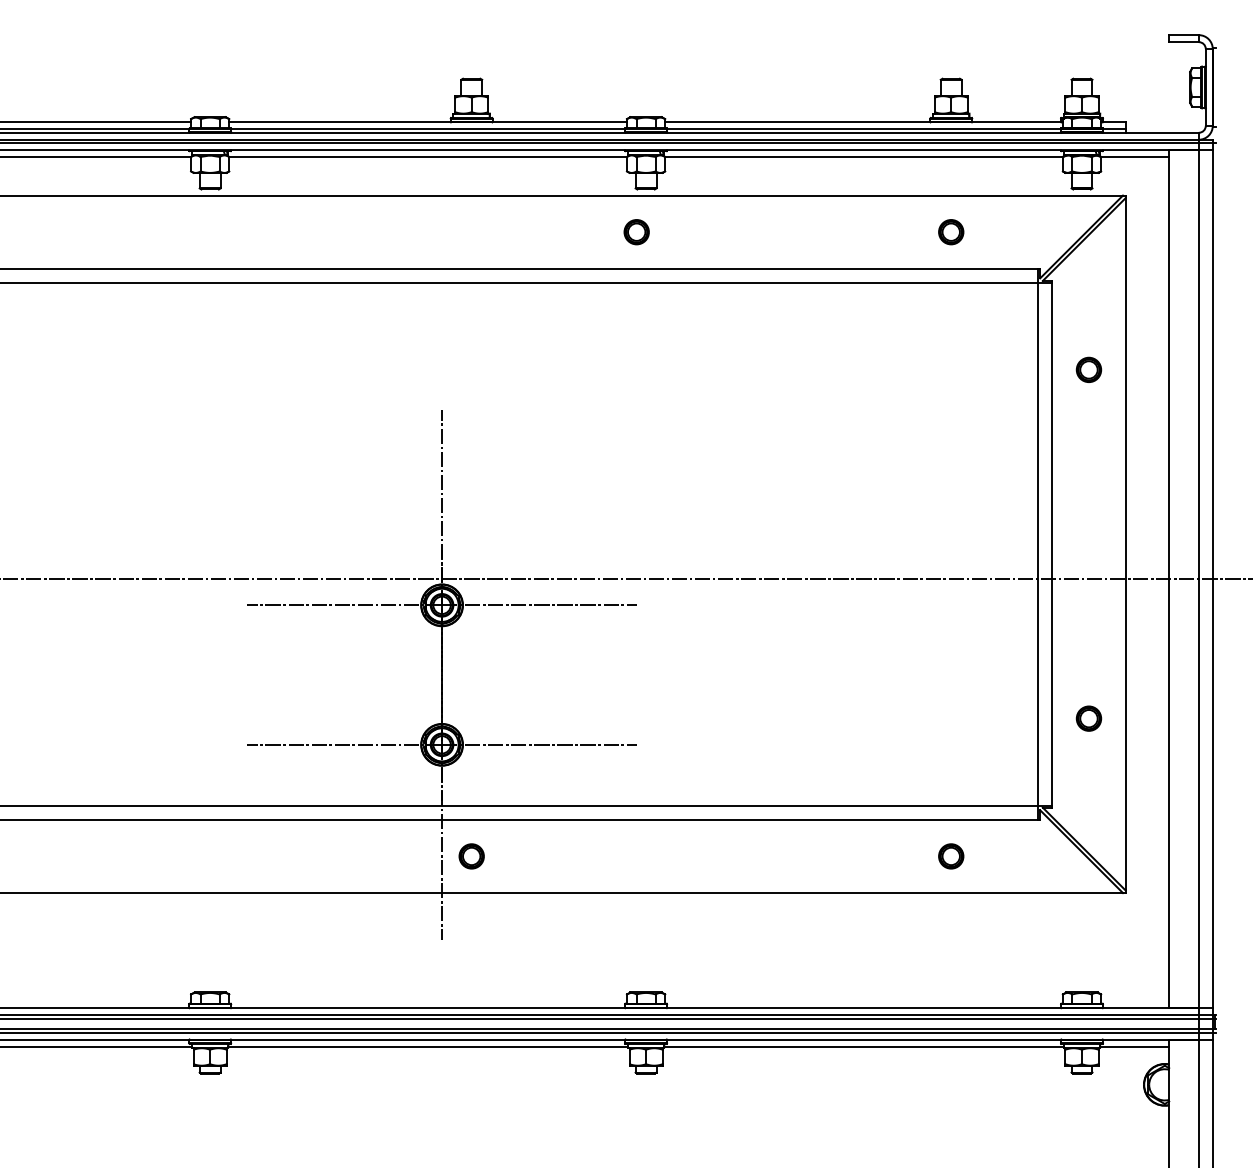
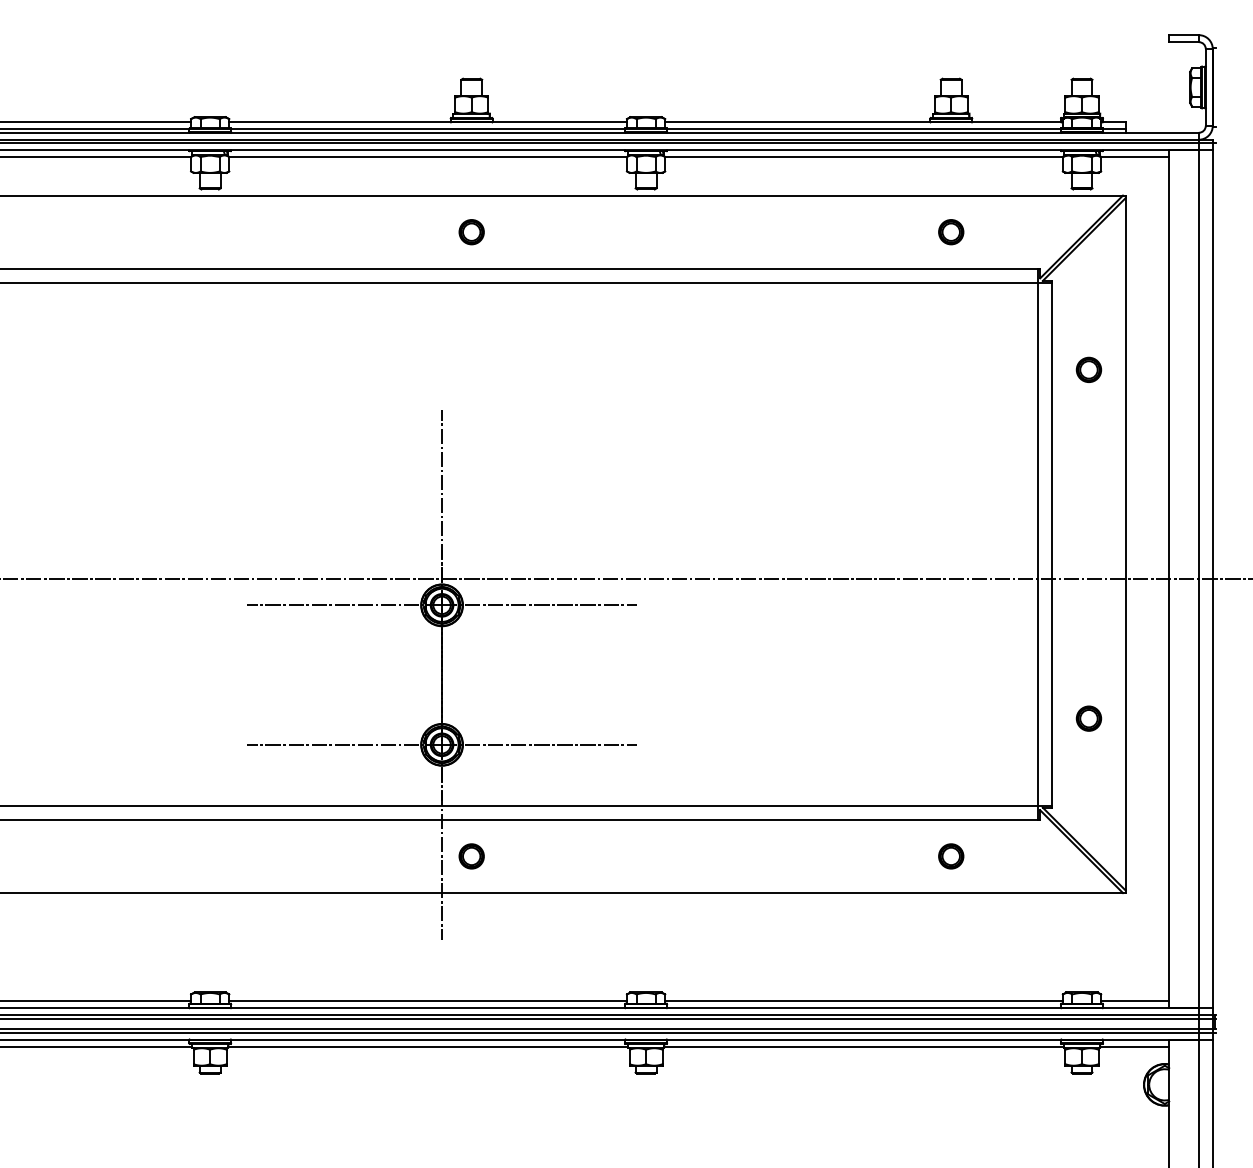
part at (636, 232) position: (636, 232) -> (471, 232)
line at (96, 1001): none -> present
line at (427, 1001): none -> present
line at (863, 1001): none -> present
line at (1135, 1001): none -> present
